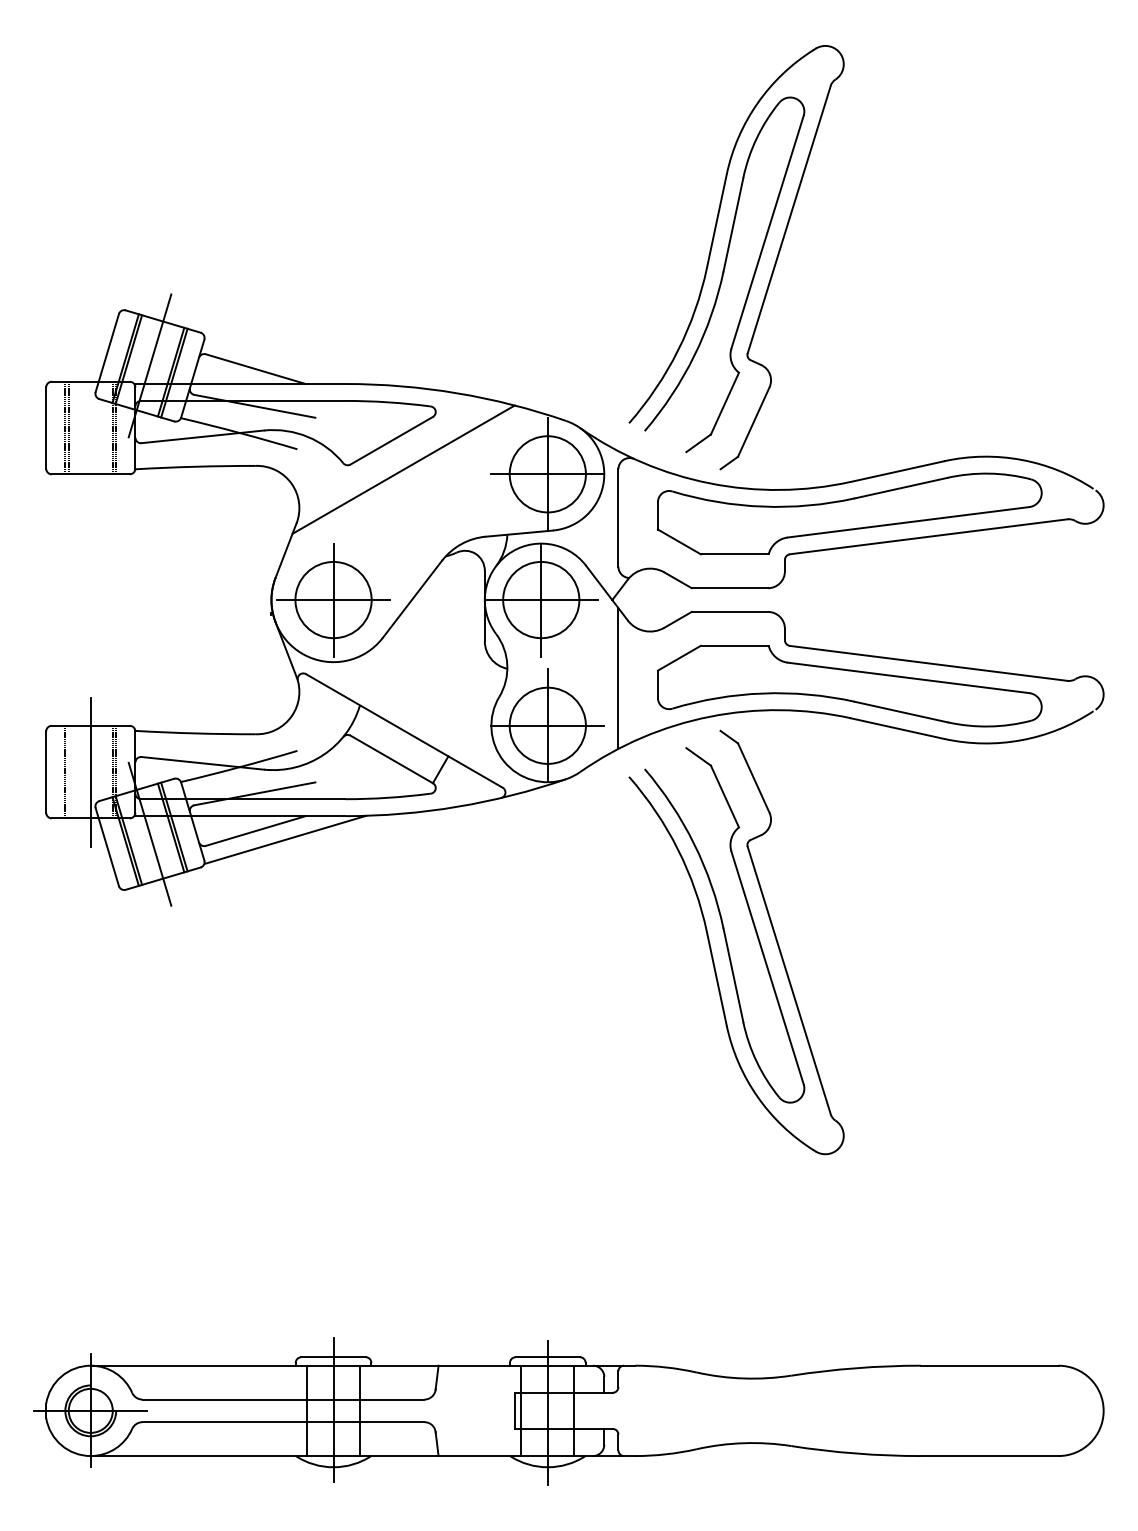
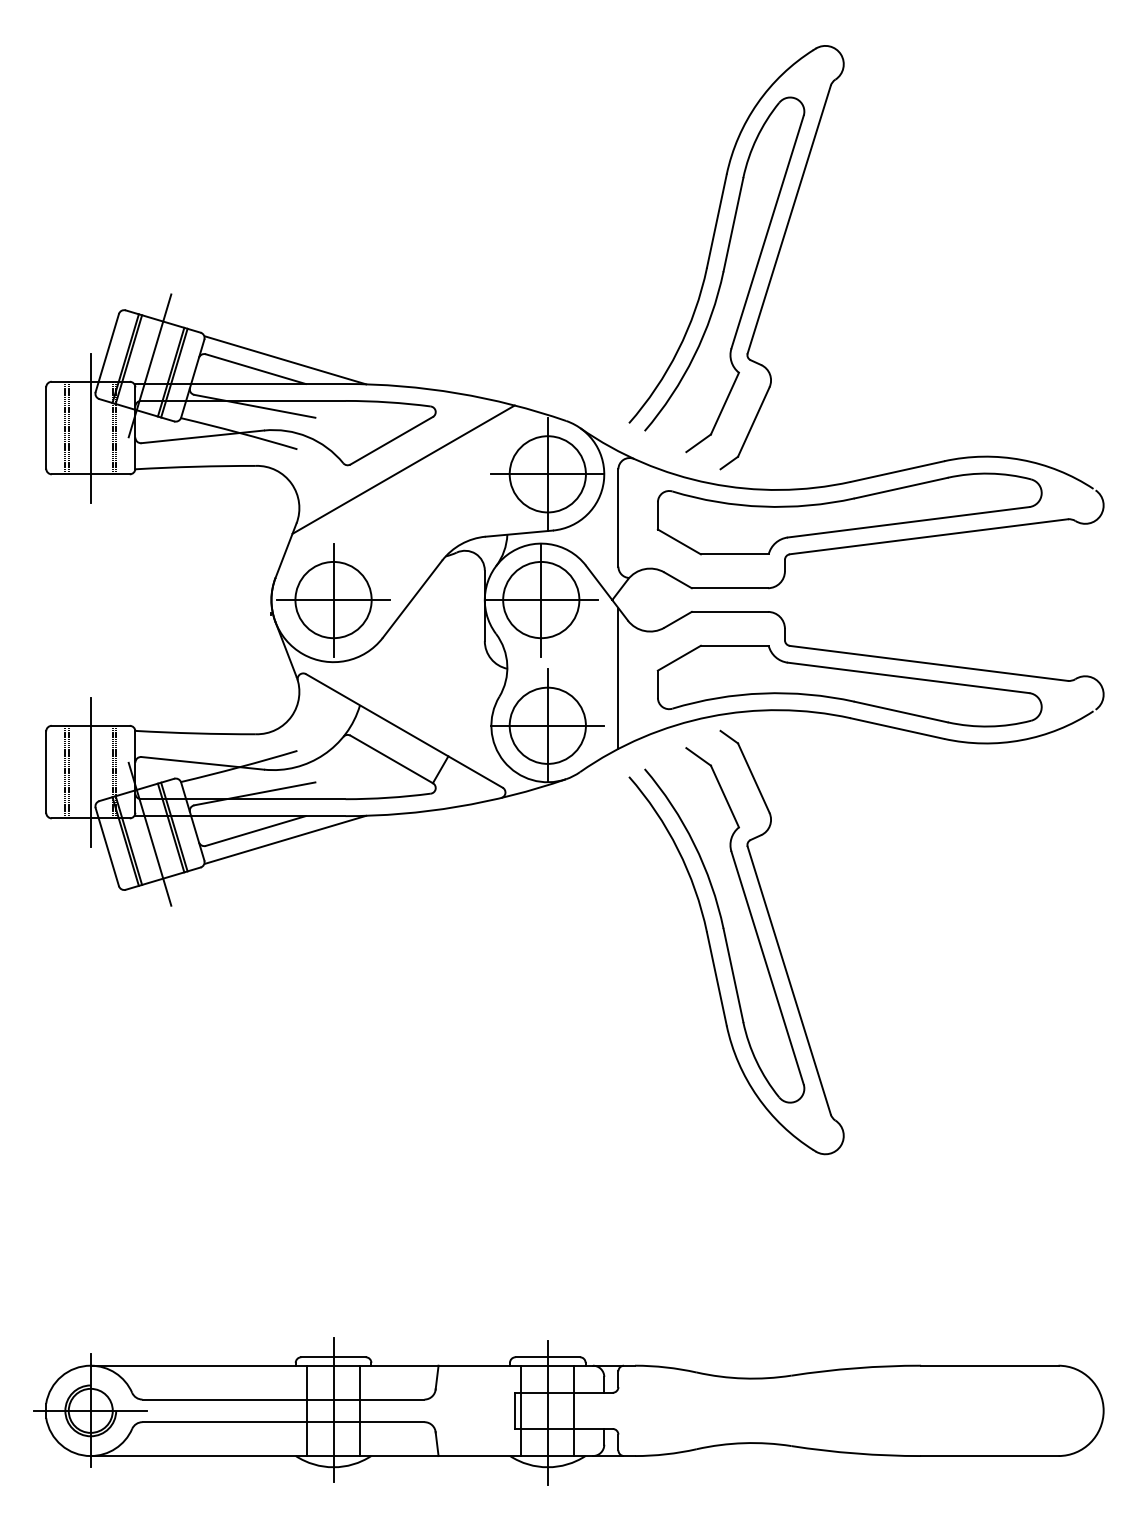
line at (285, 360): none -> present
line at (90, 427): none -> present
line at (68, 771): none -> present
